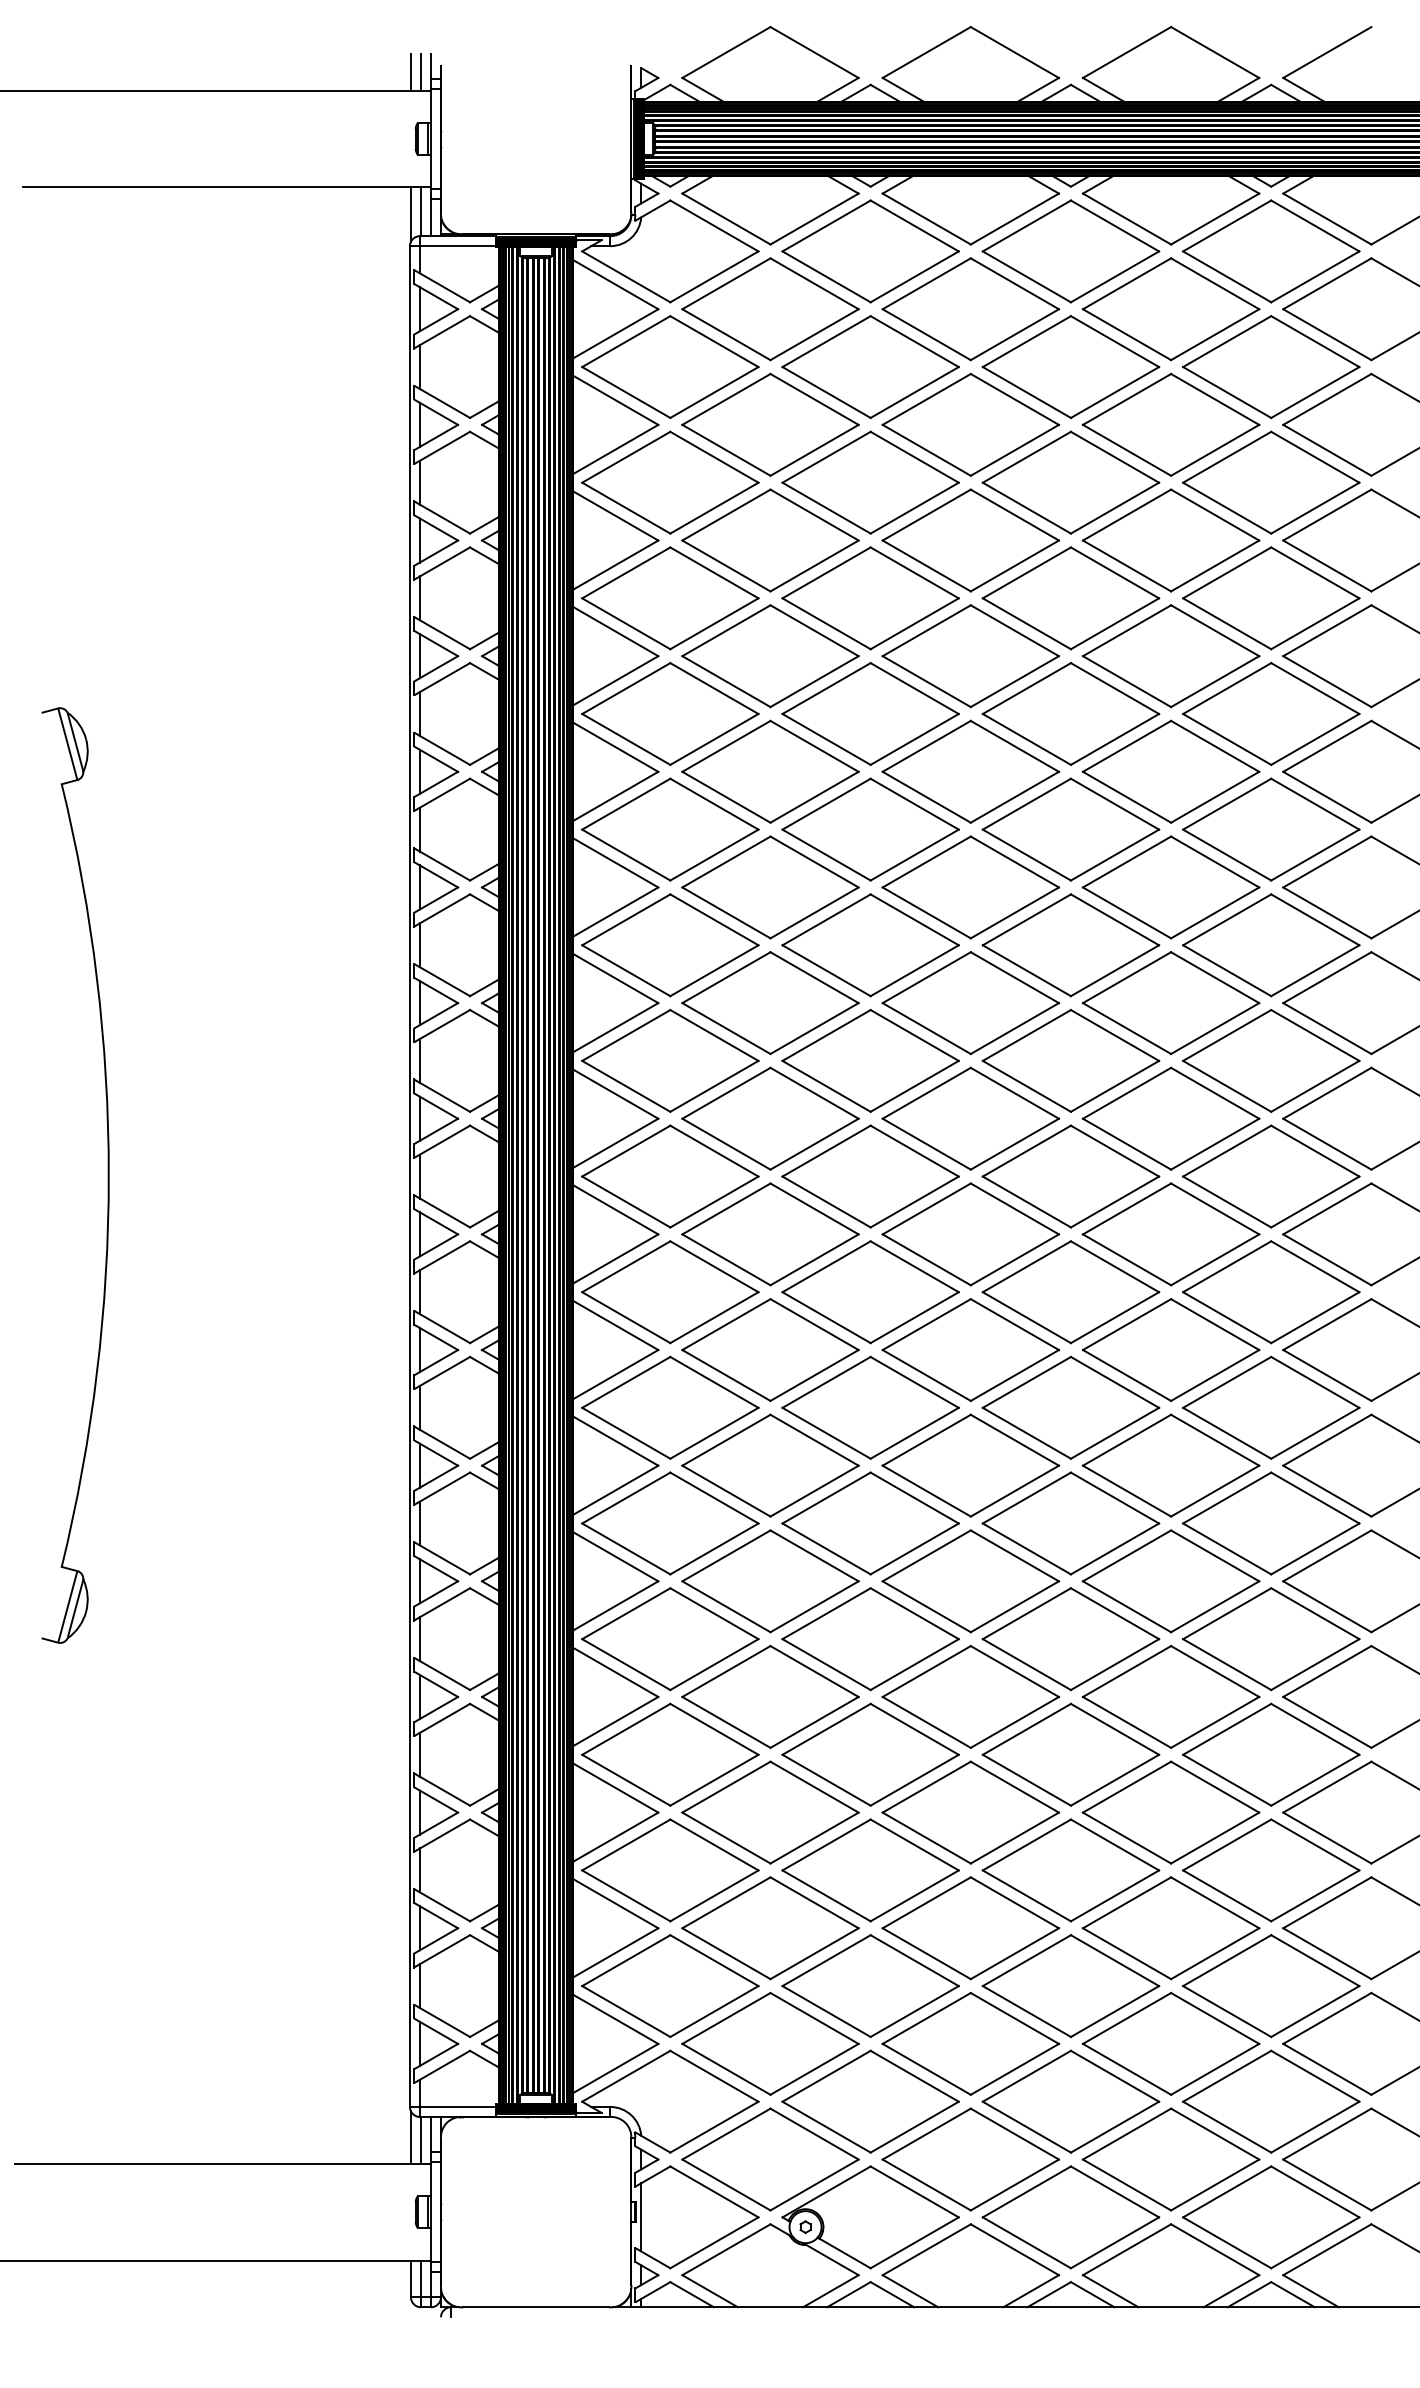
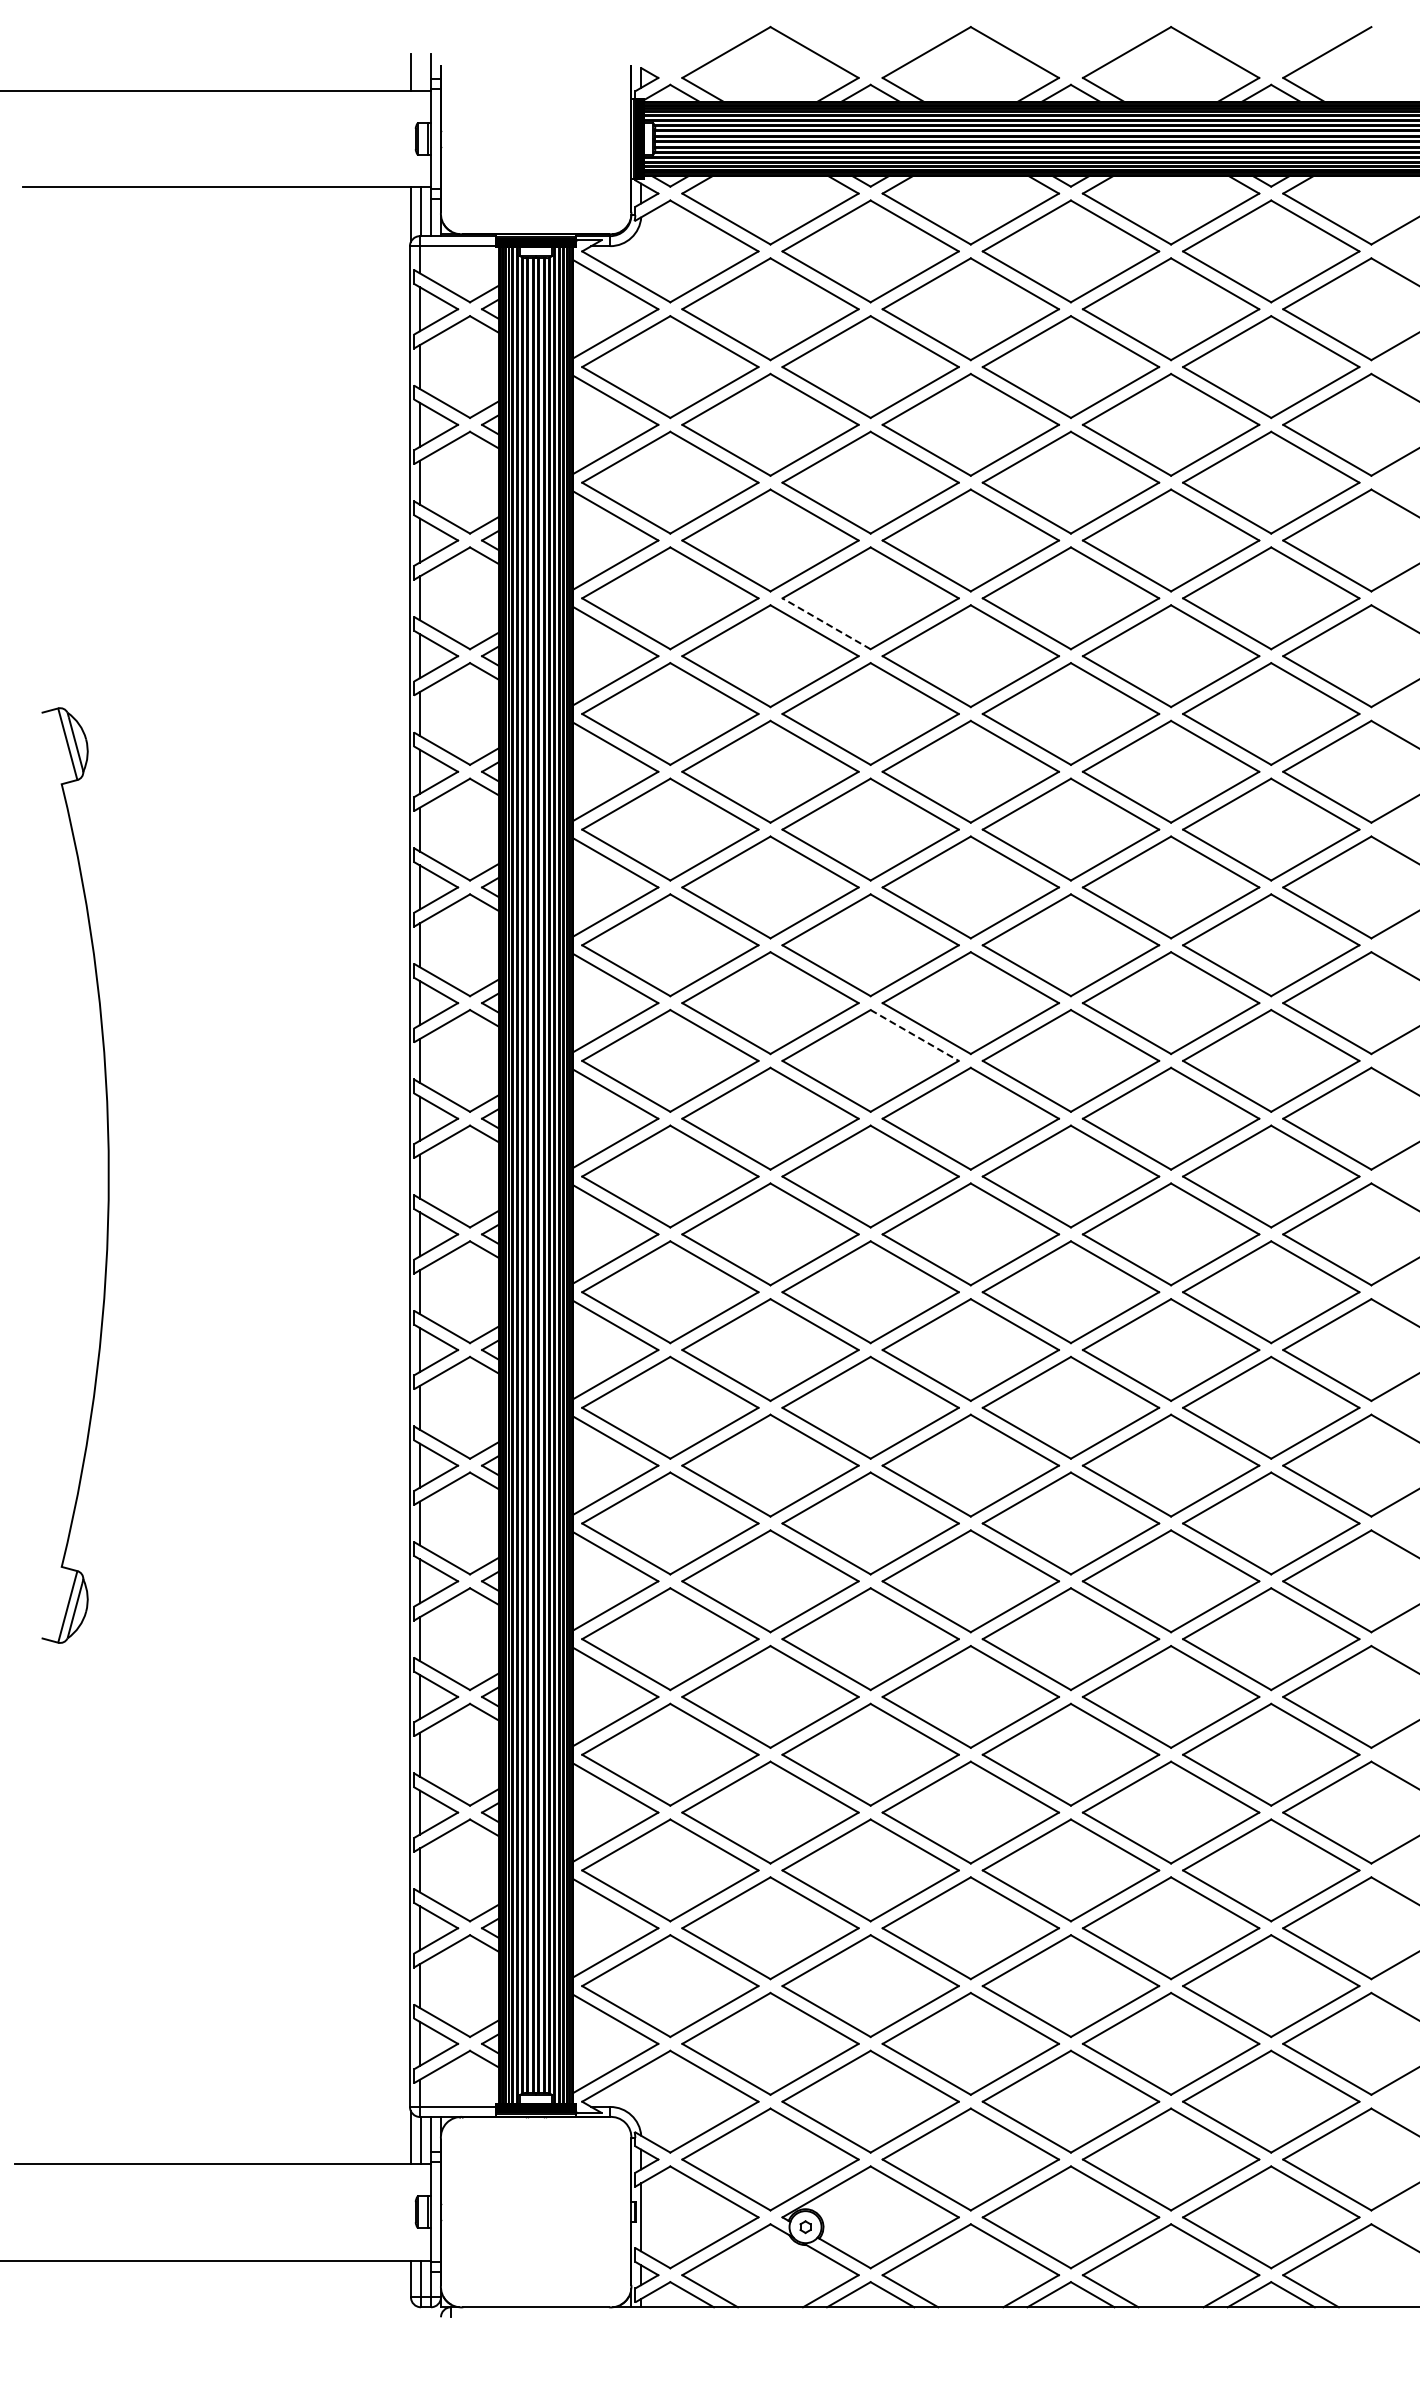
line at (420, 71): present -> none
line at (826, 623): solid -> dashed
line at (914, 1035): solid -> dashed
